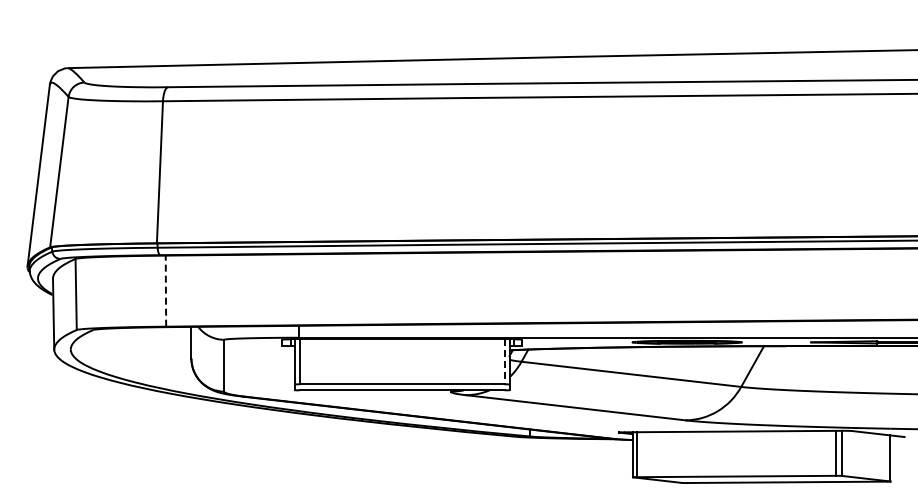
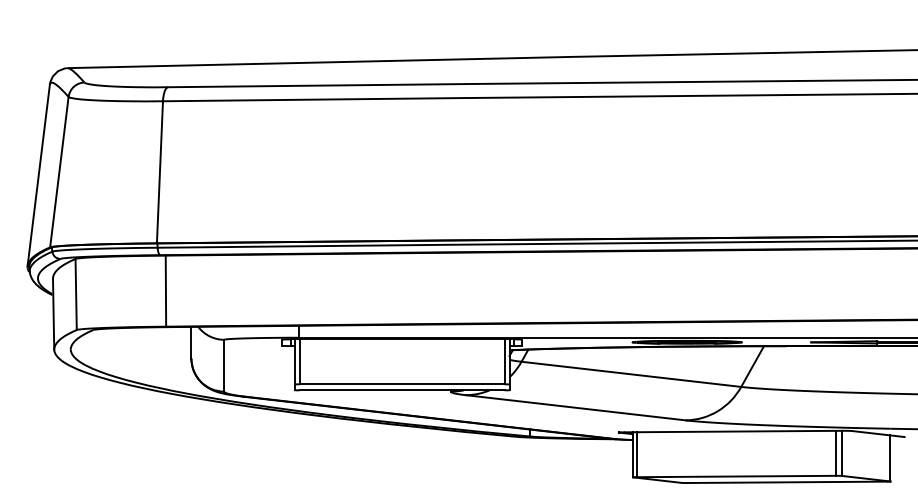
line at (165, 291): dashed -> solid
line at (504, 362): dashed -> solid
